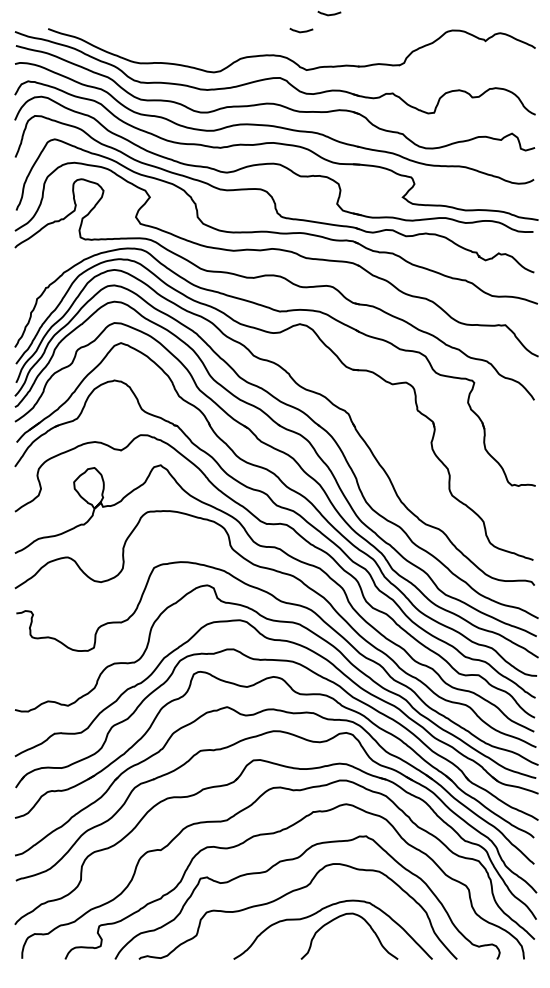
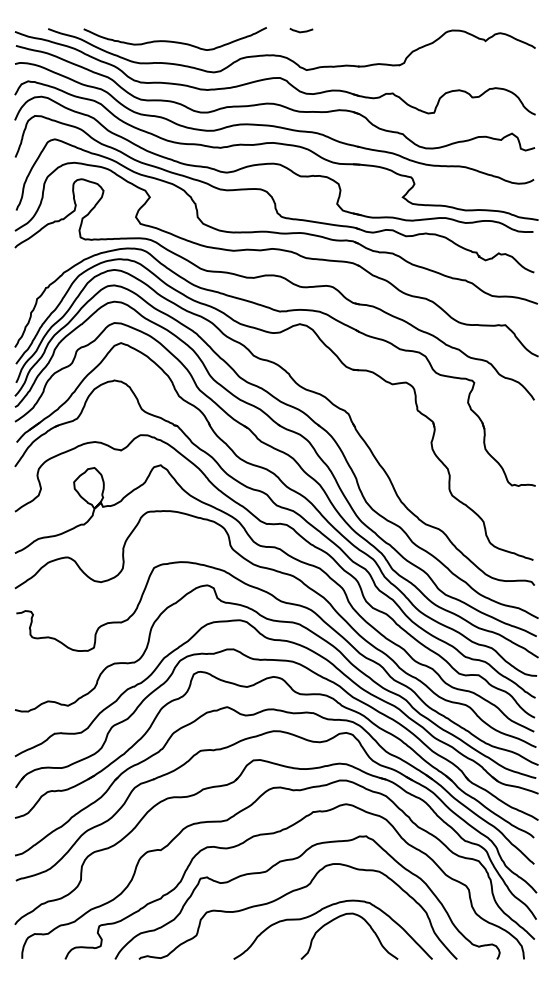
curve at (329, 14): present -> none
curve at (174, 41): none -> present
